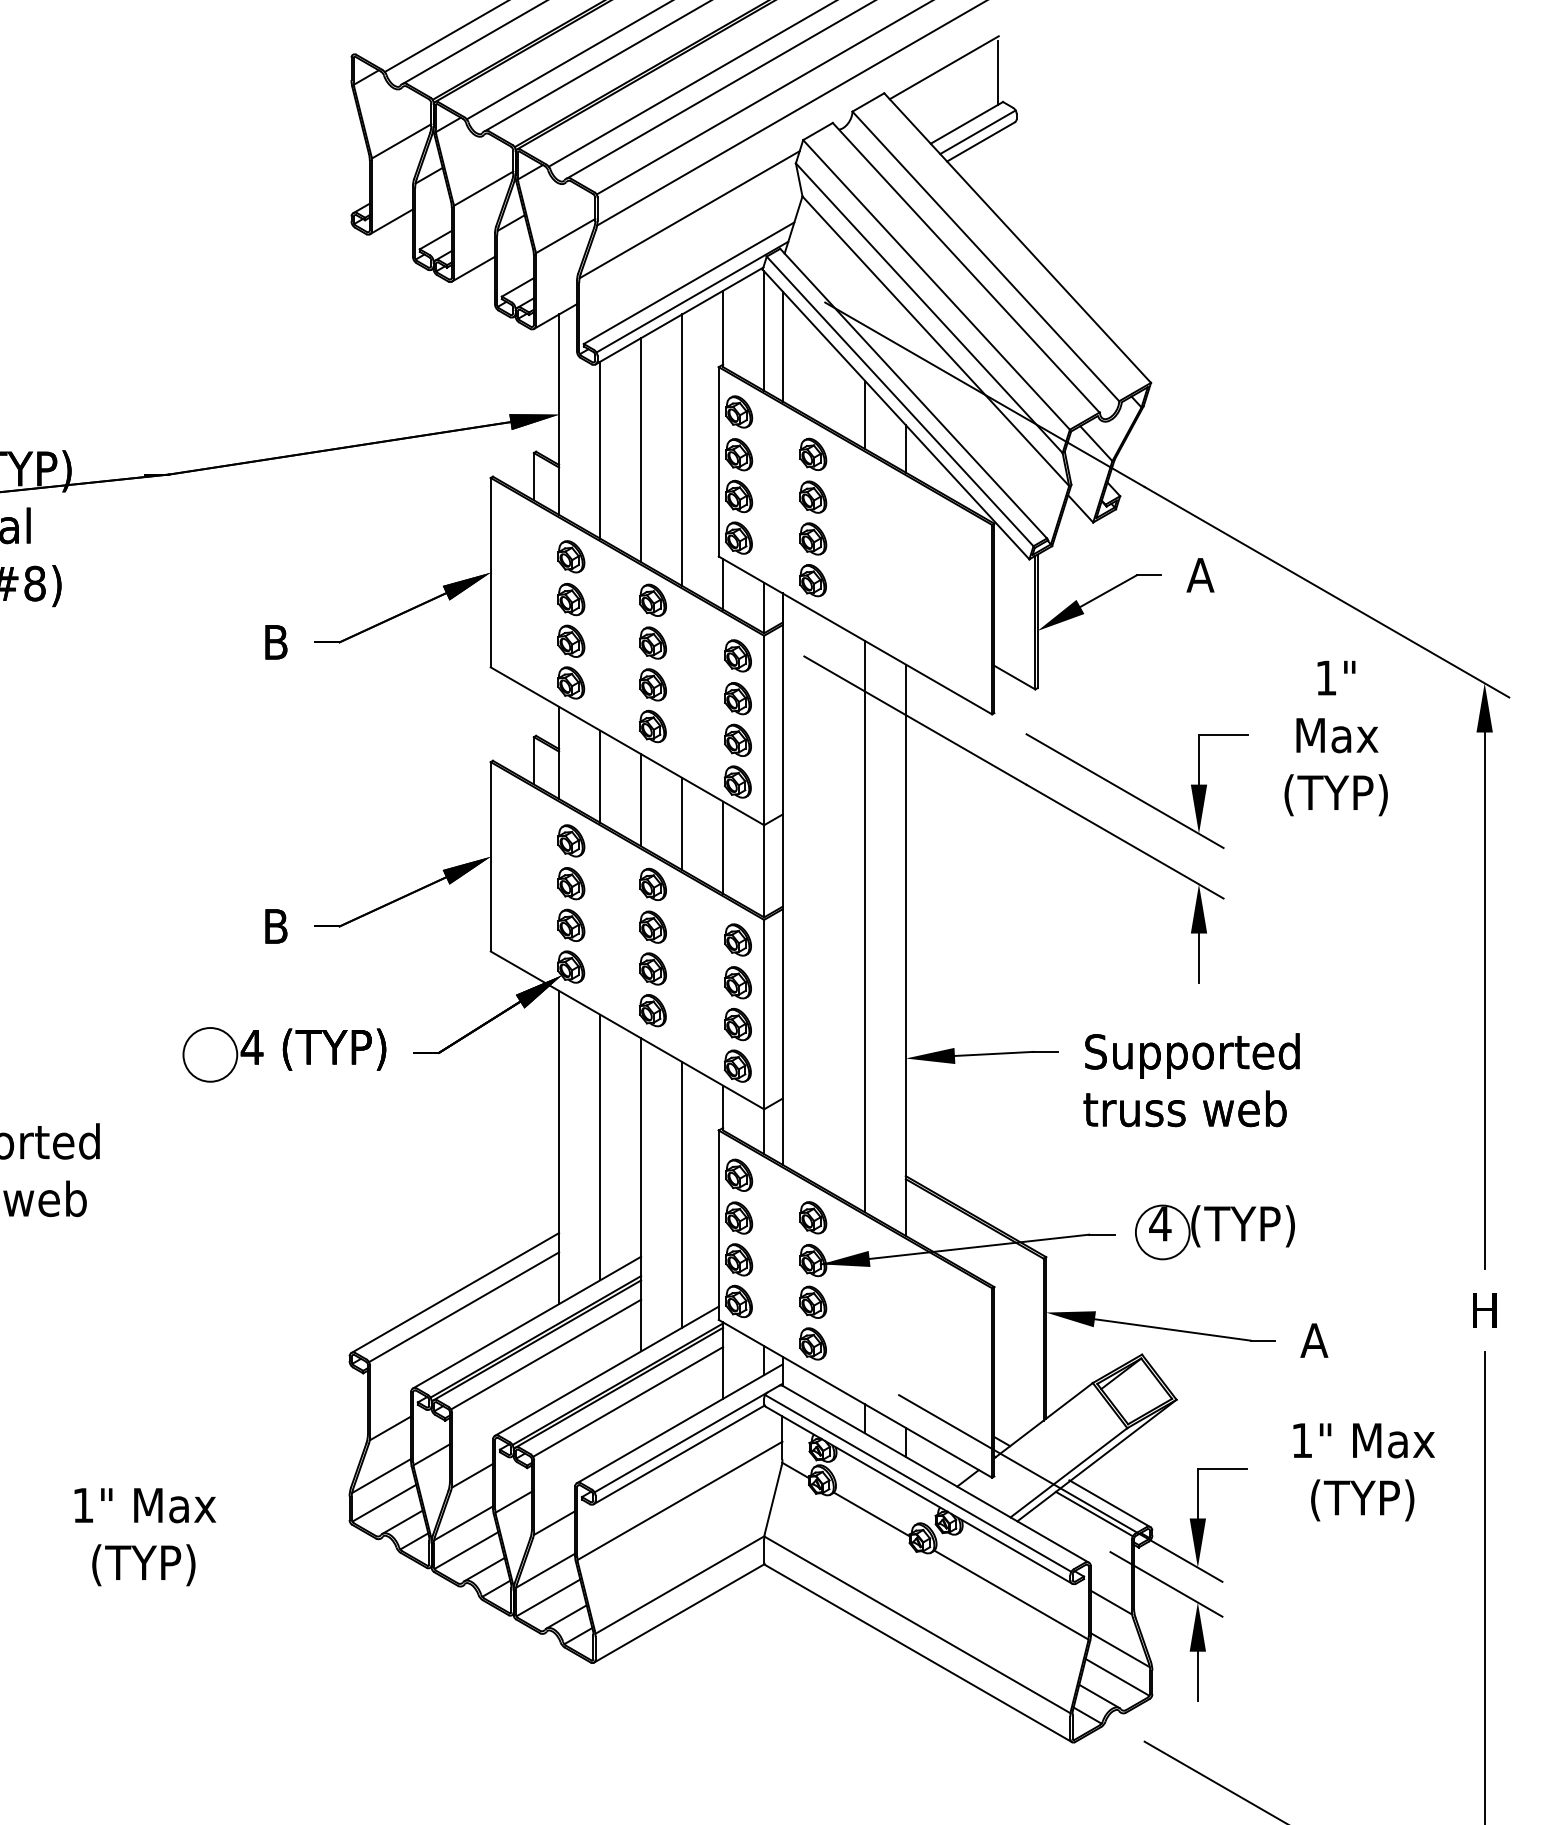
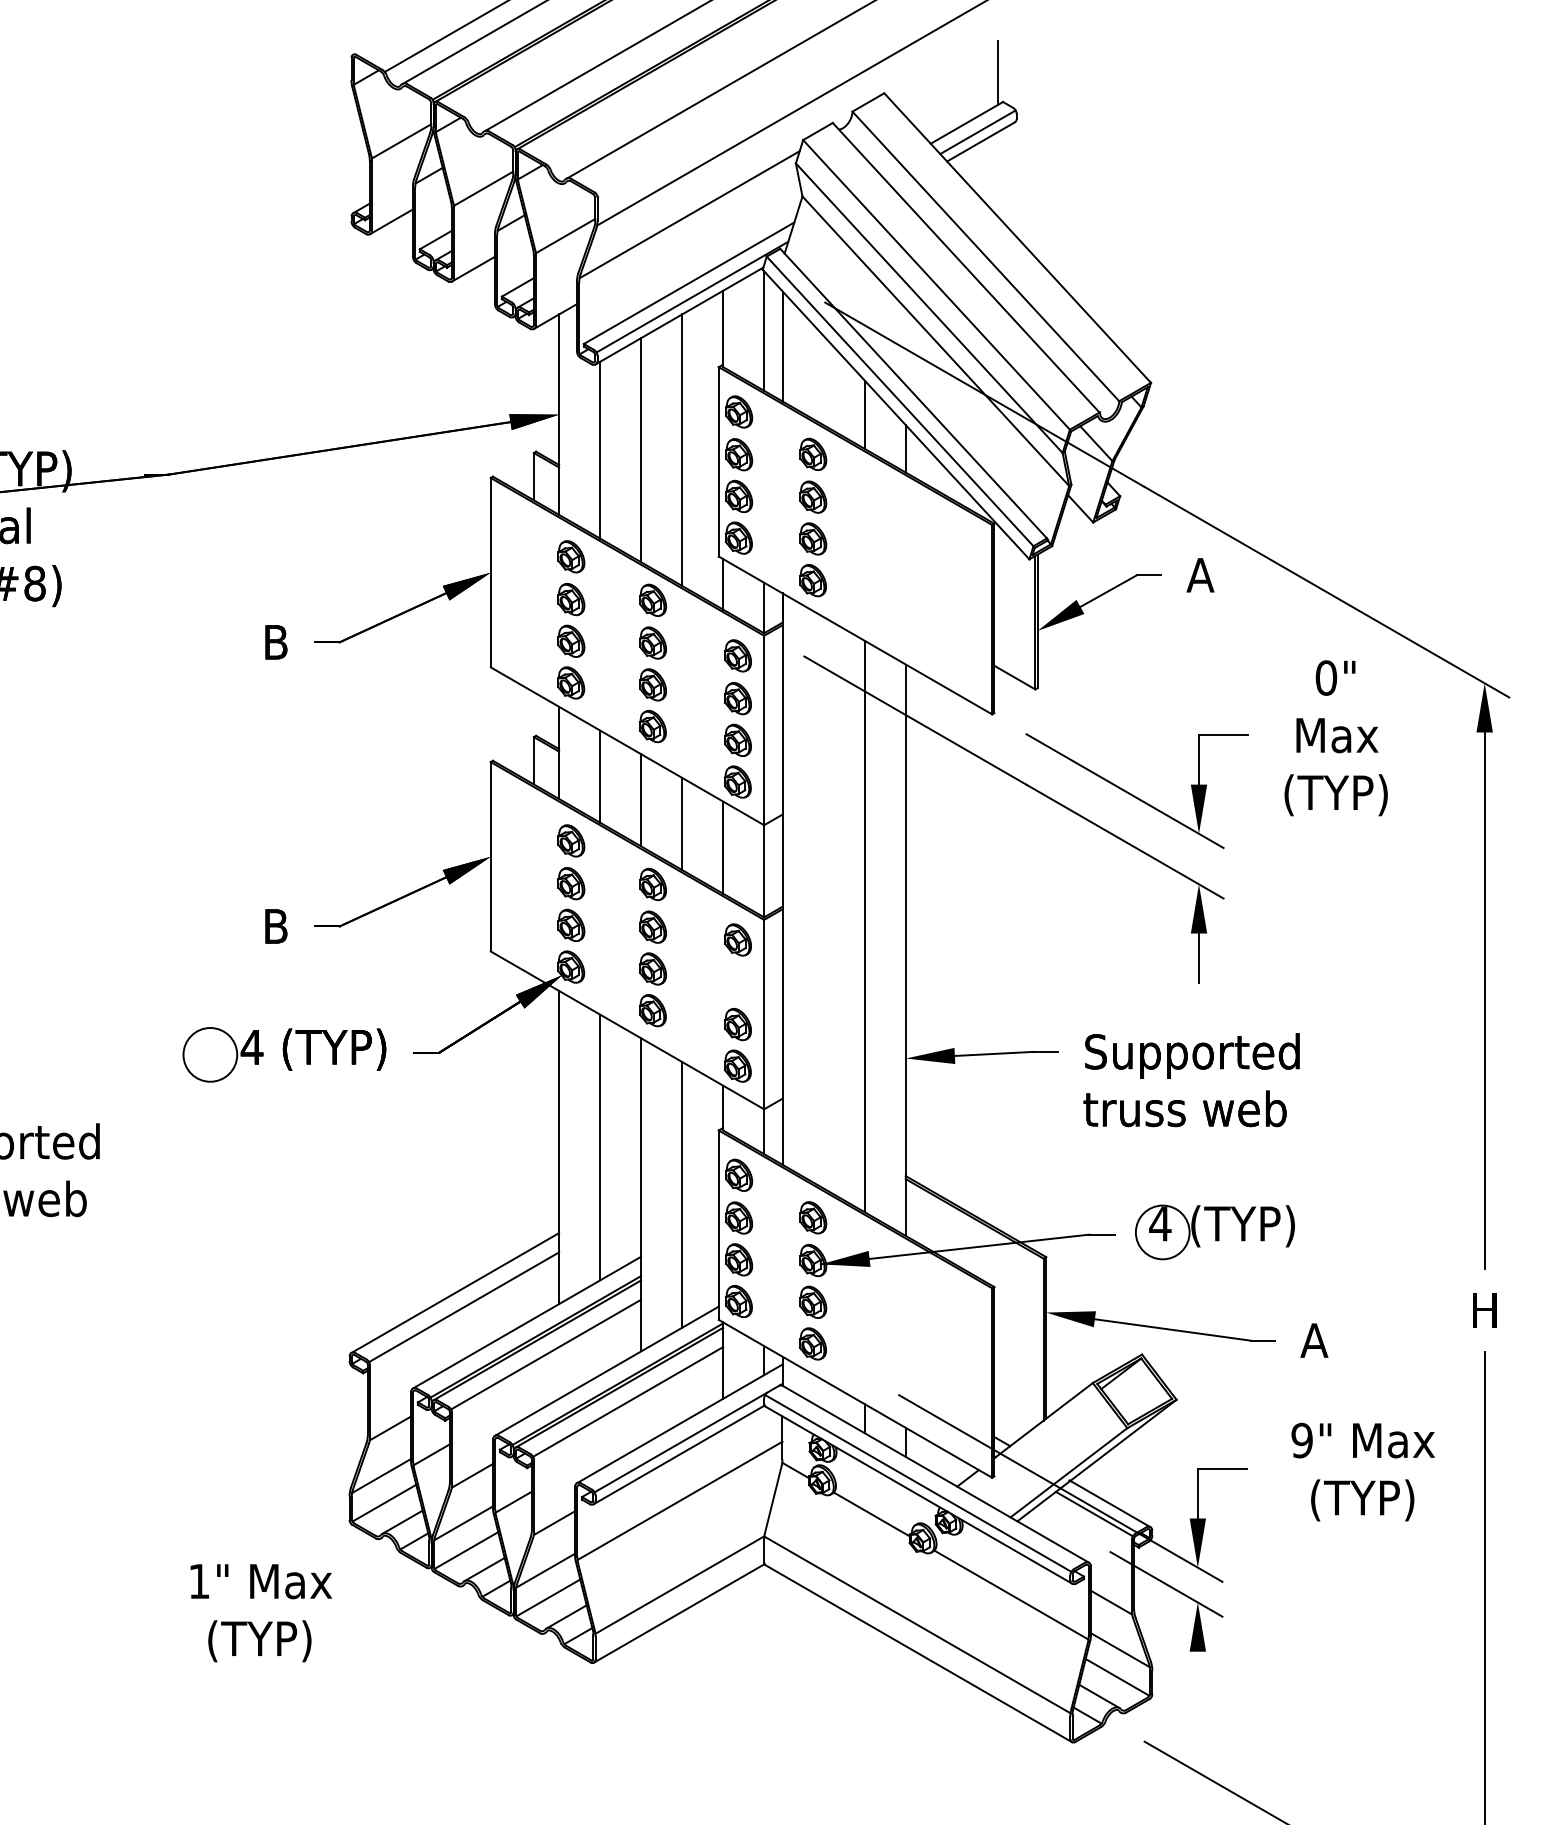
line at (567, 60): present -> none
line at (943, 67): present -> none
line at (690, 84): present -> none
line at (763, 98): present -> none
text at (1326, 677): 1" -> 0"
part at (737, 982): present -> none
text at (1301, 1440): 1" -> 9"
text at (145, 1537) position: (145, 1537) -> (261, 1613)
line at (1197, 1675): present -> none
